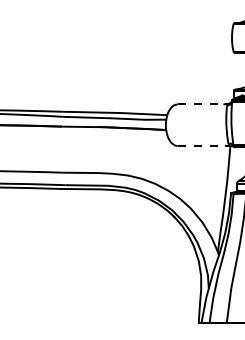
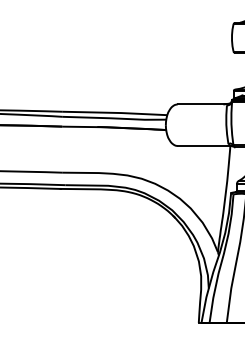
line at (202, 104): dashed -> solid
line at (204, 145): dashed -> solid
